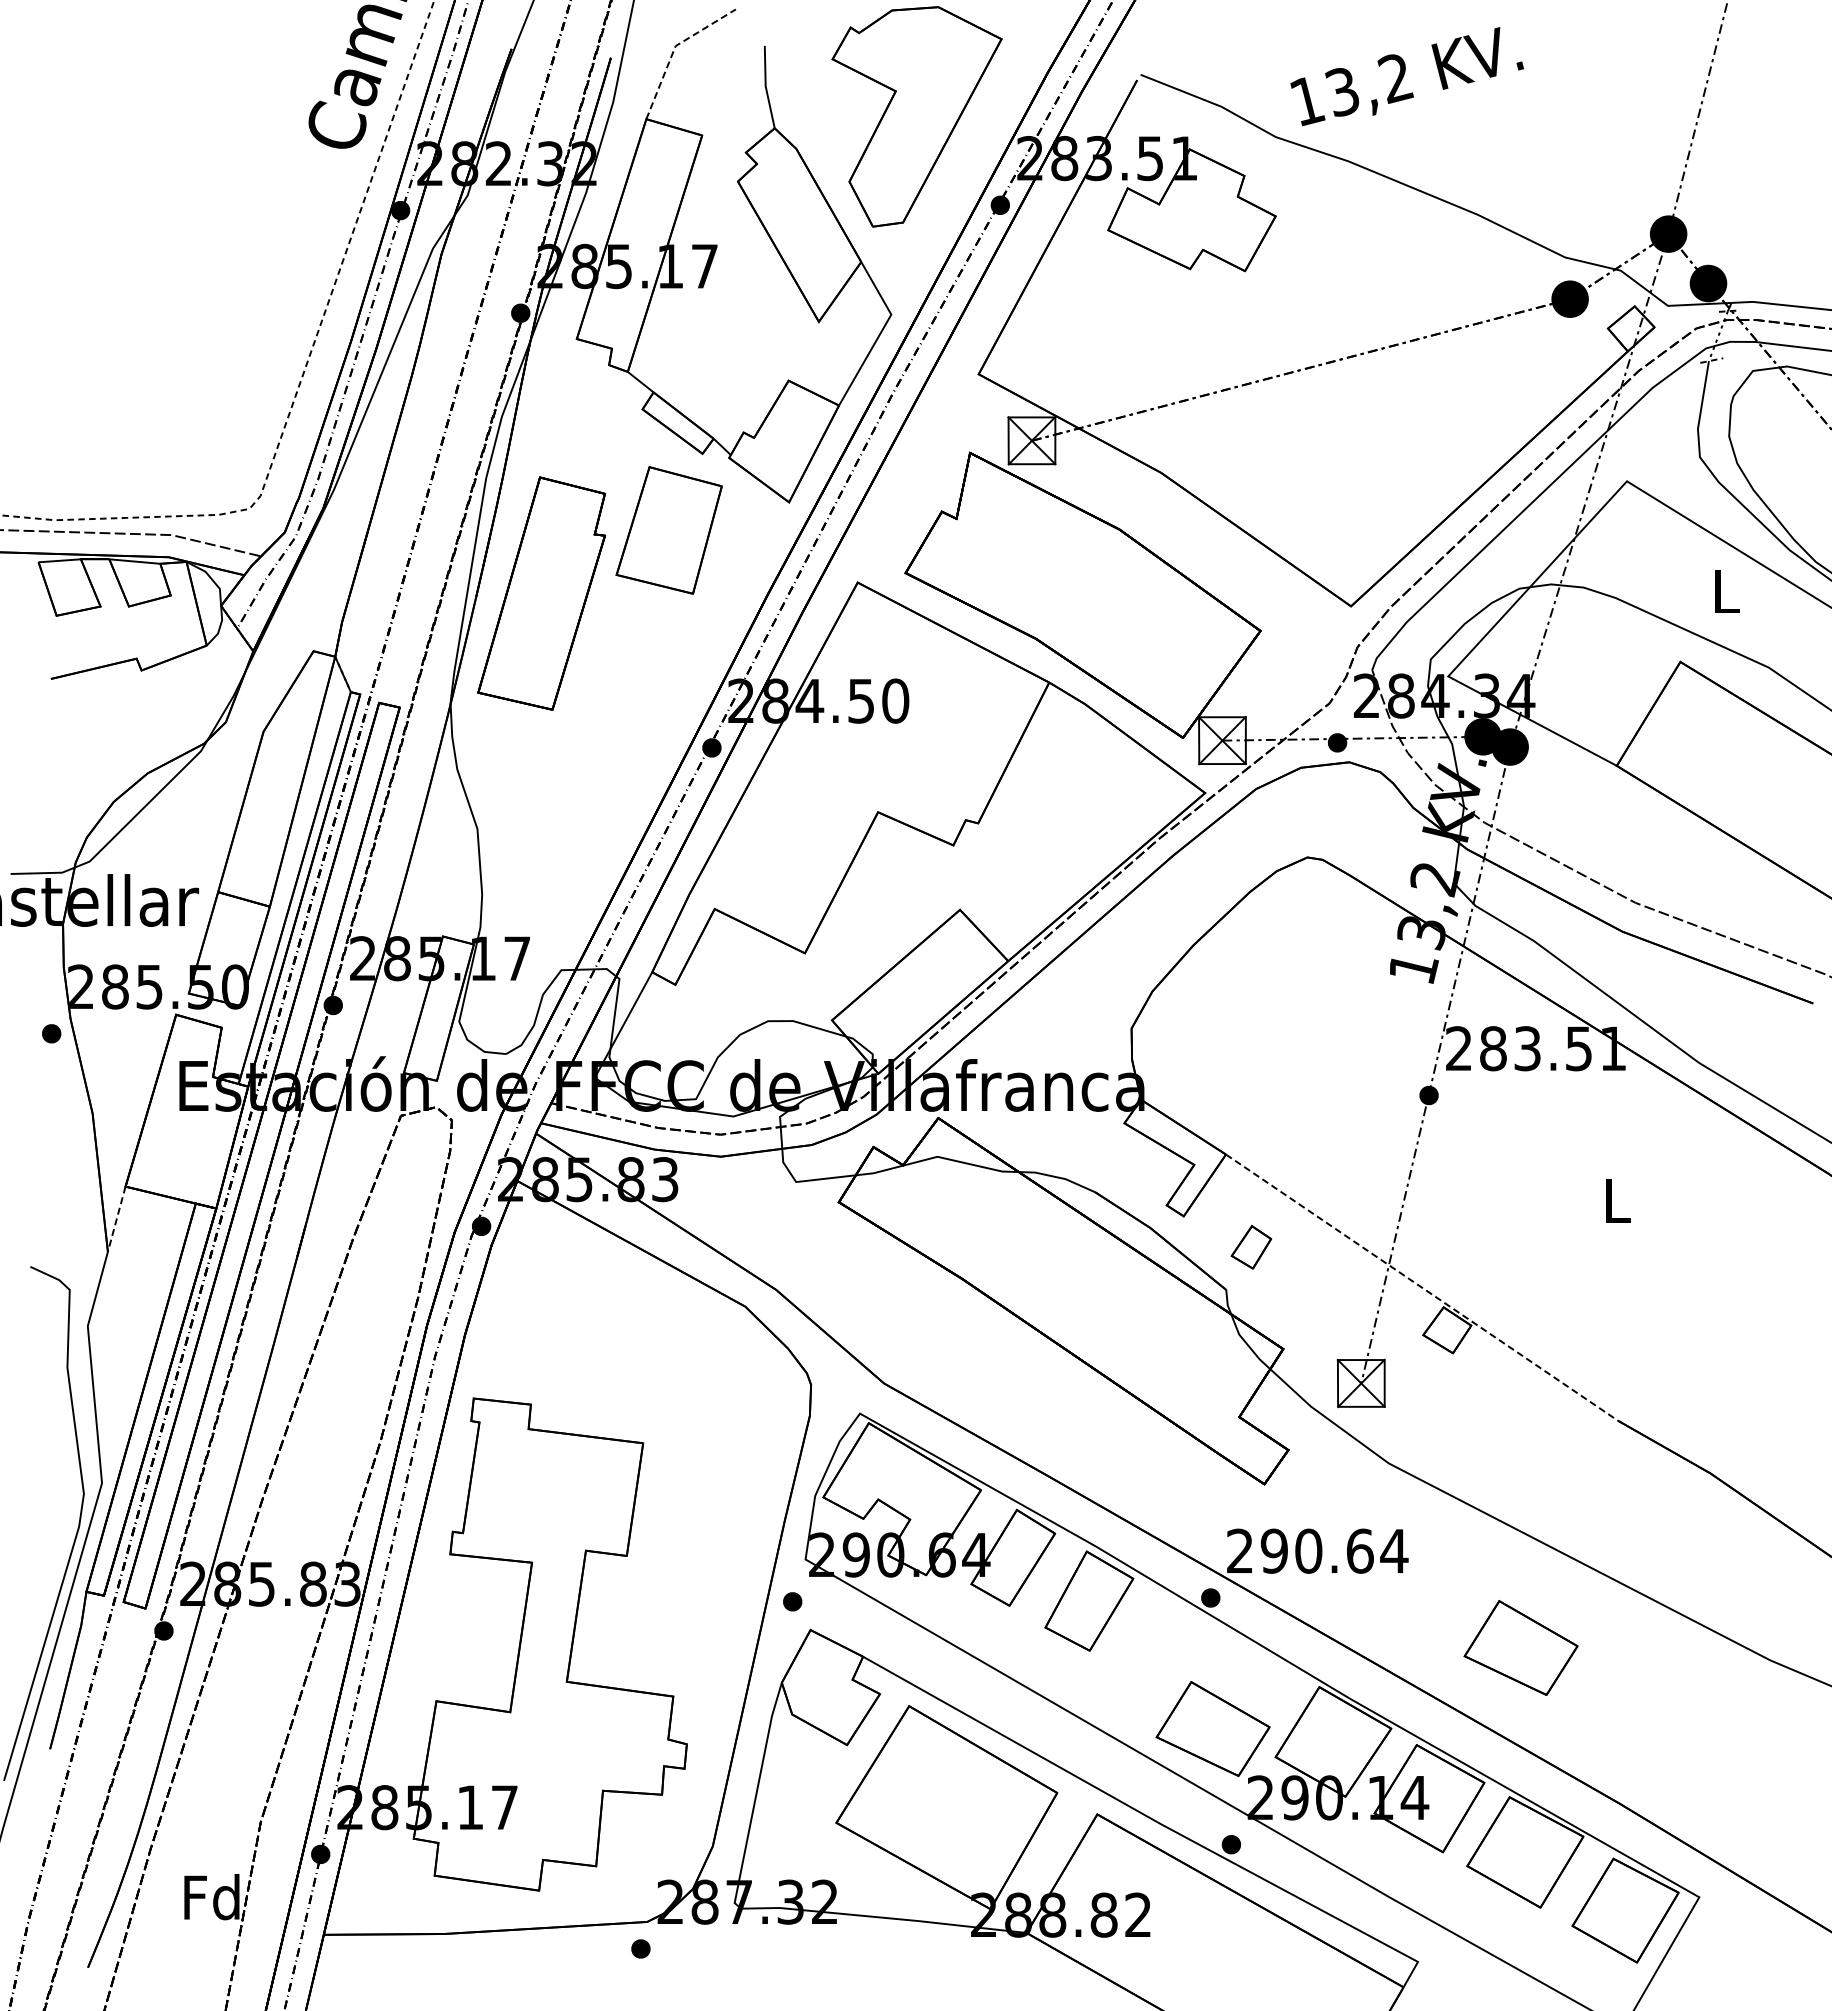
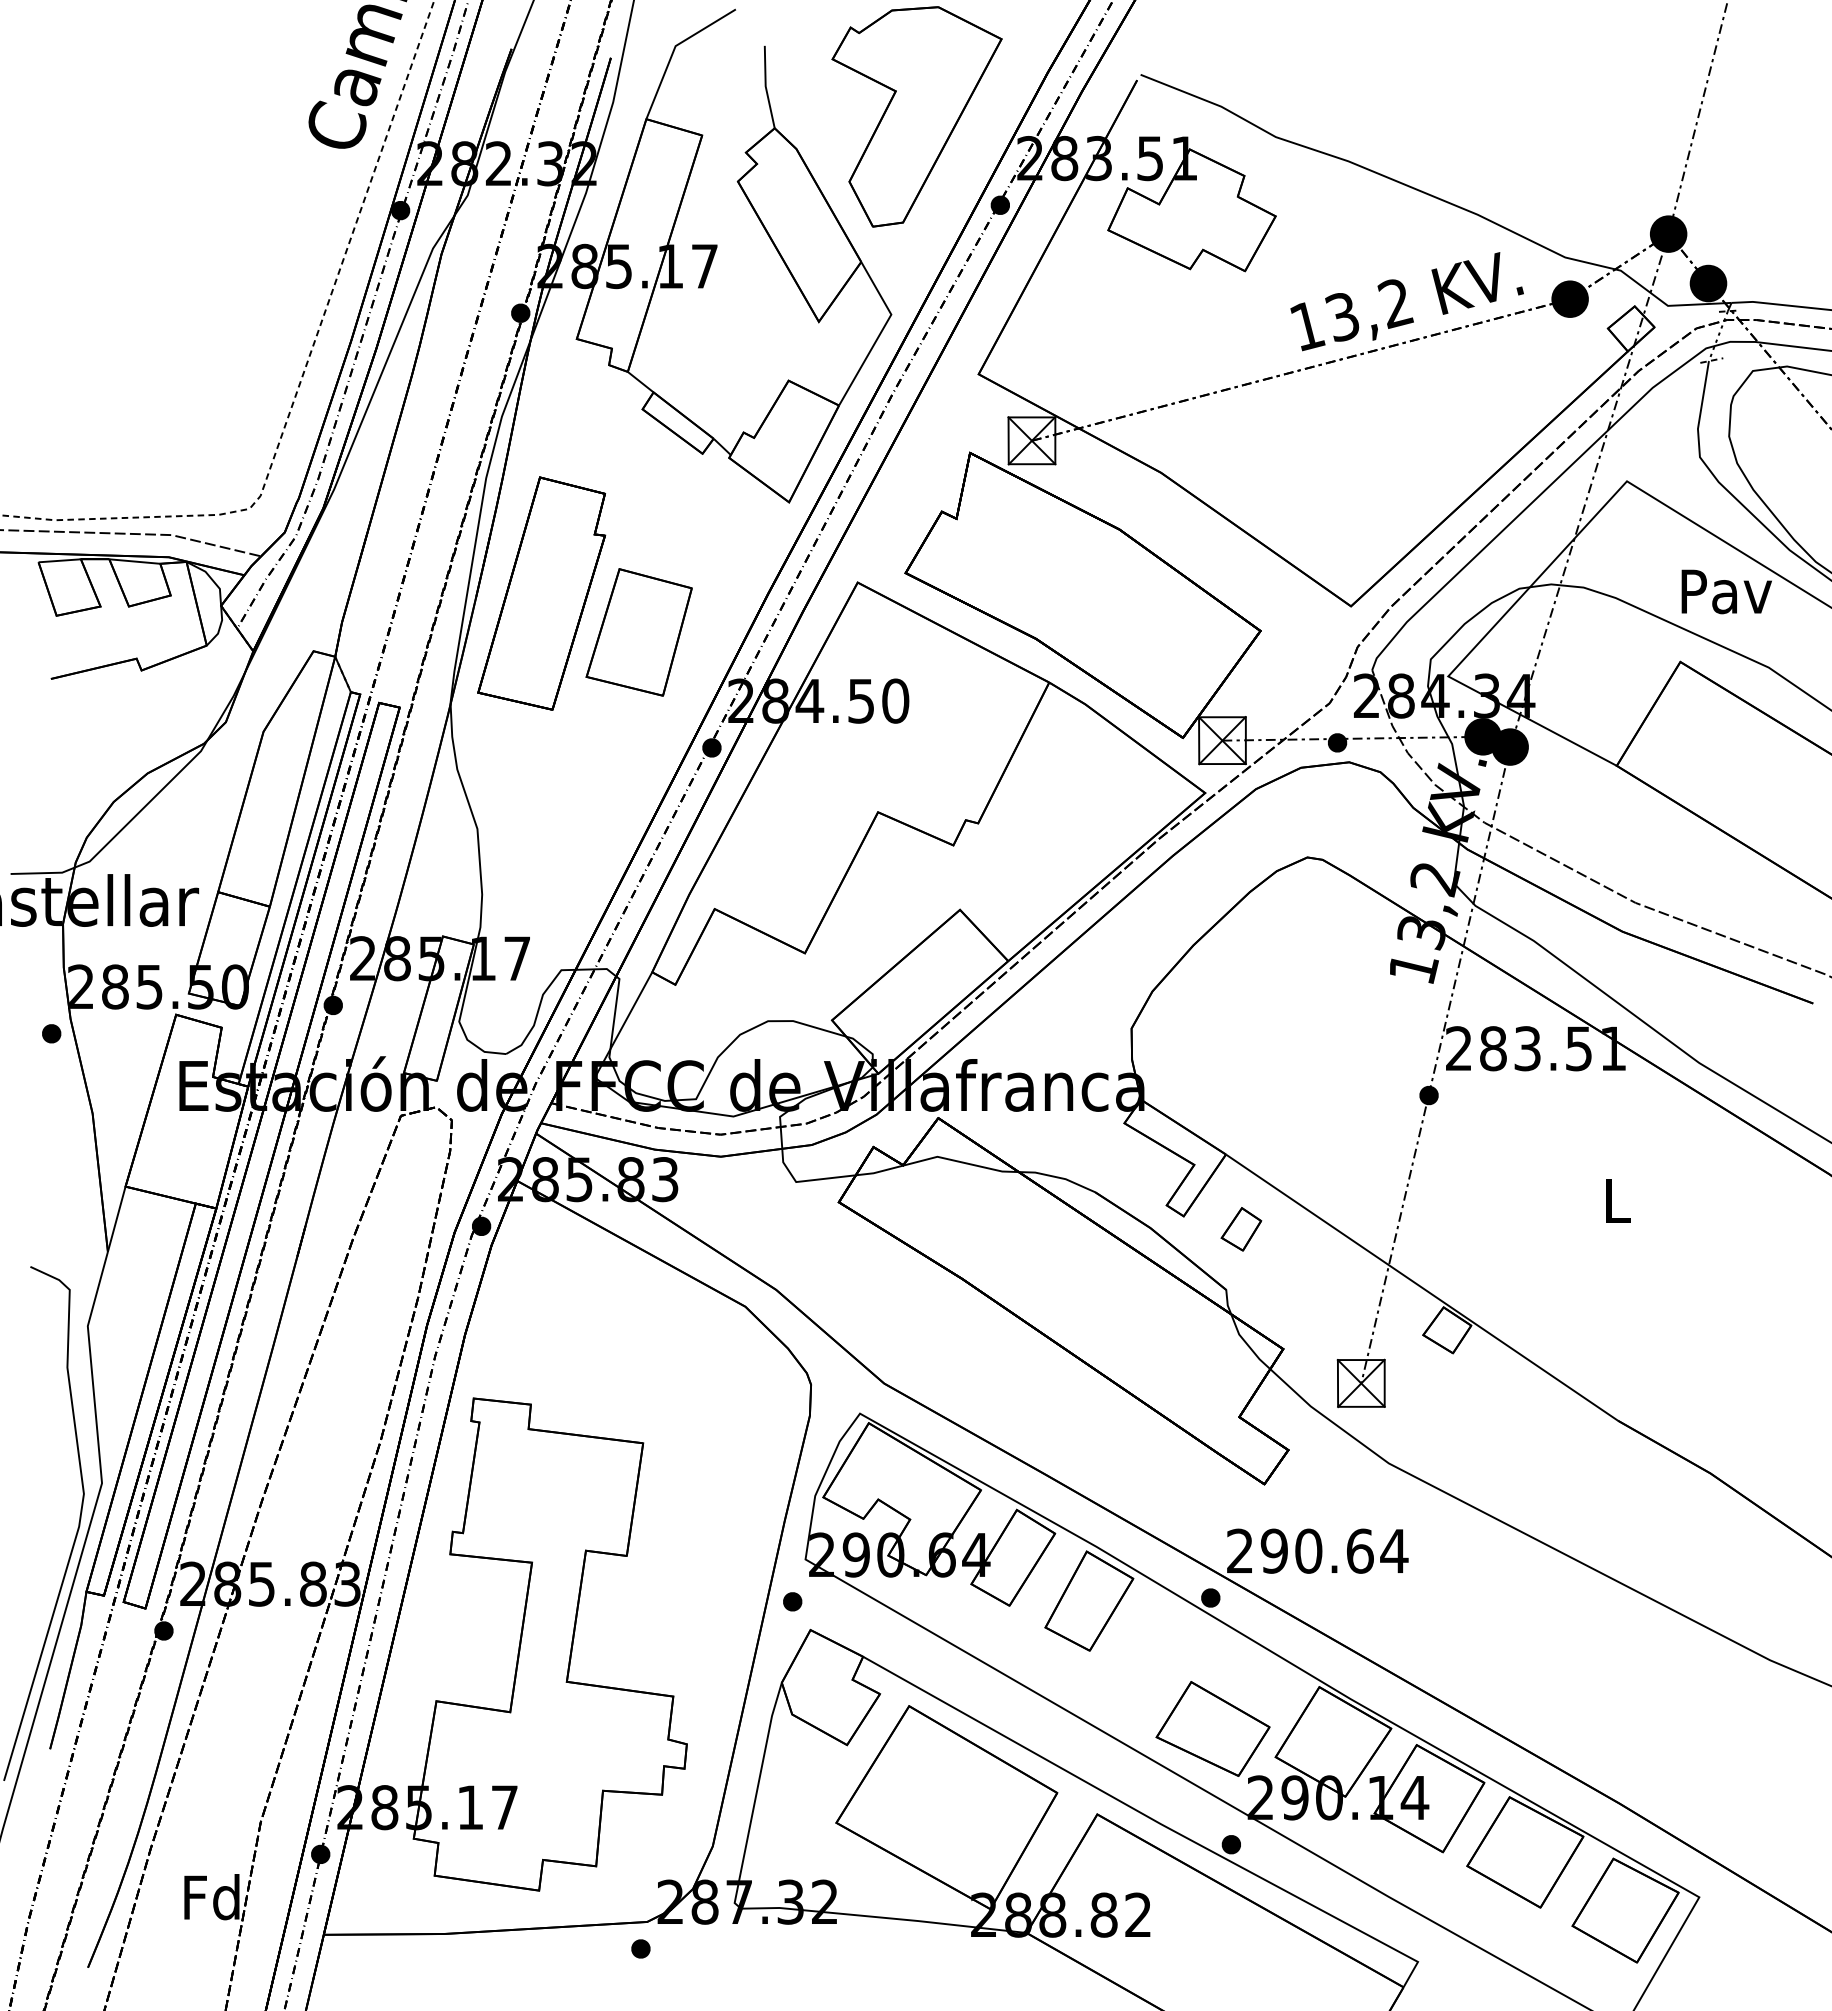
line at (674, 48): dashed -> solid
text at (1406, 76) position: (1406, 76) -> (1406, 301)
part at (668, 530) position: (668, 530) -> (638, 632)
text at (1726, 591): L -> Pav
line at (116, 1219): dashed -> solid
part at (1251, 1247) position: (1251, 1247) -> (1241, 1229)
line at (1421, 1287): dashed -> solid
part at (1520, 1647): present -> none
